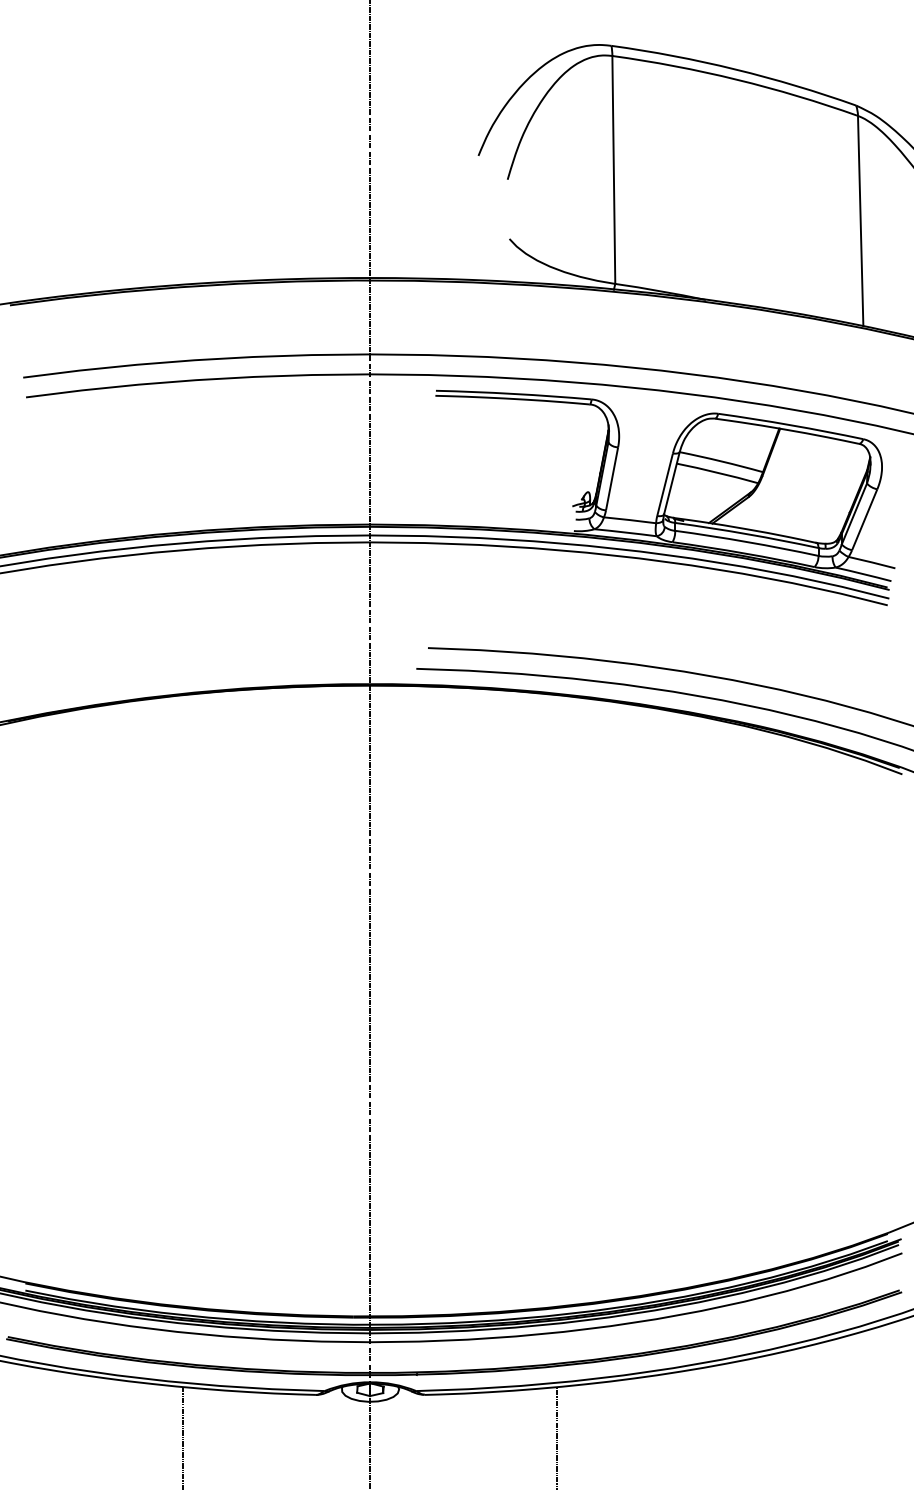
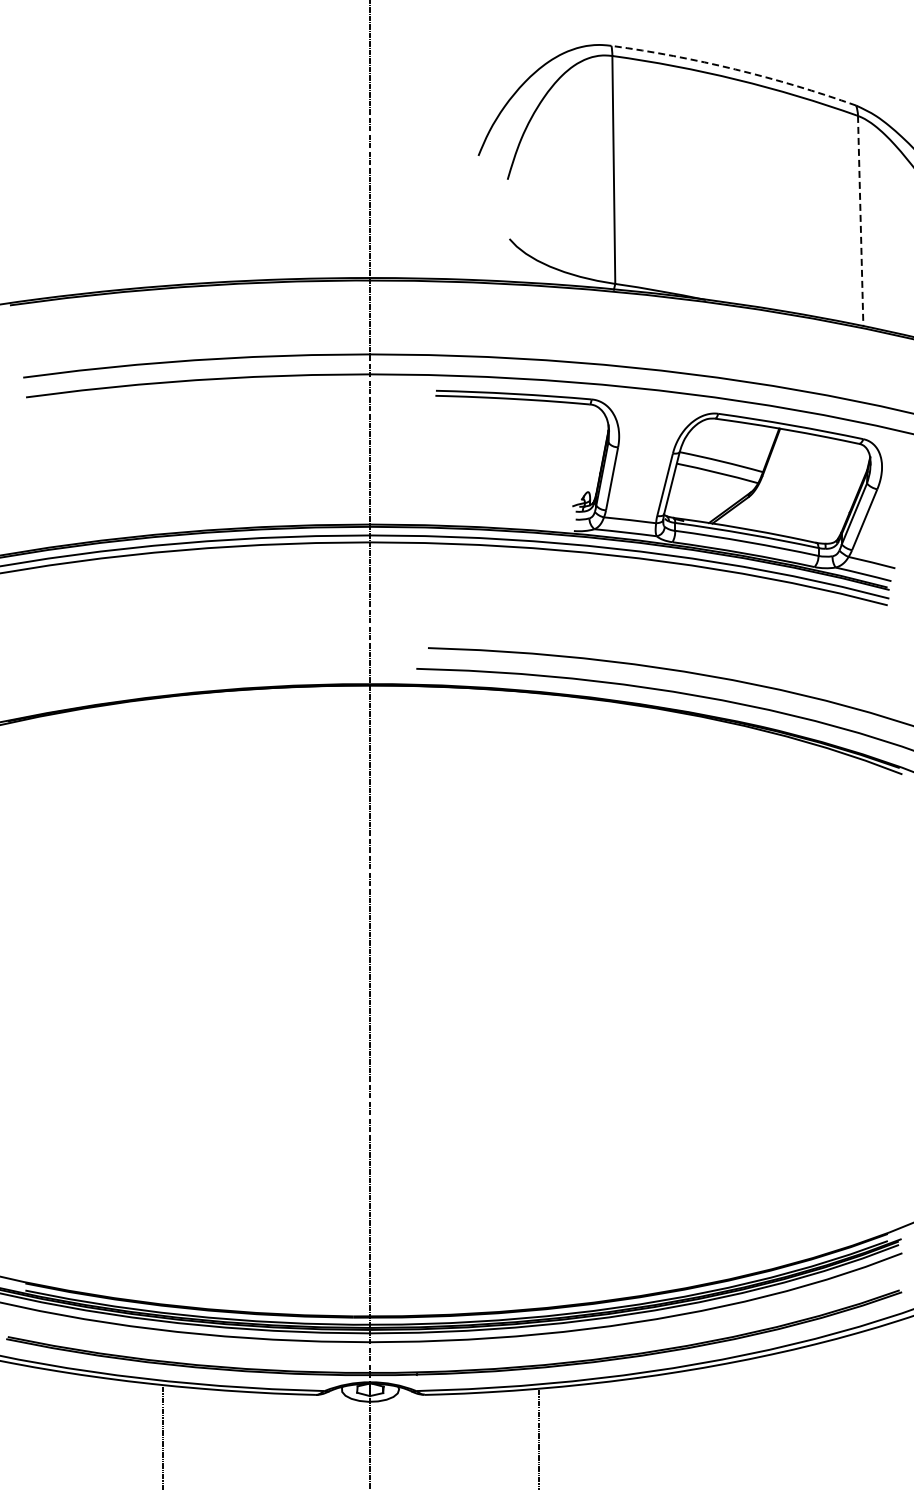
arc at (735, 69): solid -> dashed
line at (860, 221): solid -> dashed
line at (183, 1436) position: (183, 1436) -> (163, 1436)
line at (557, 1436) position: (557, 1436) -> (539, 1436)
